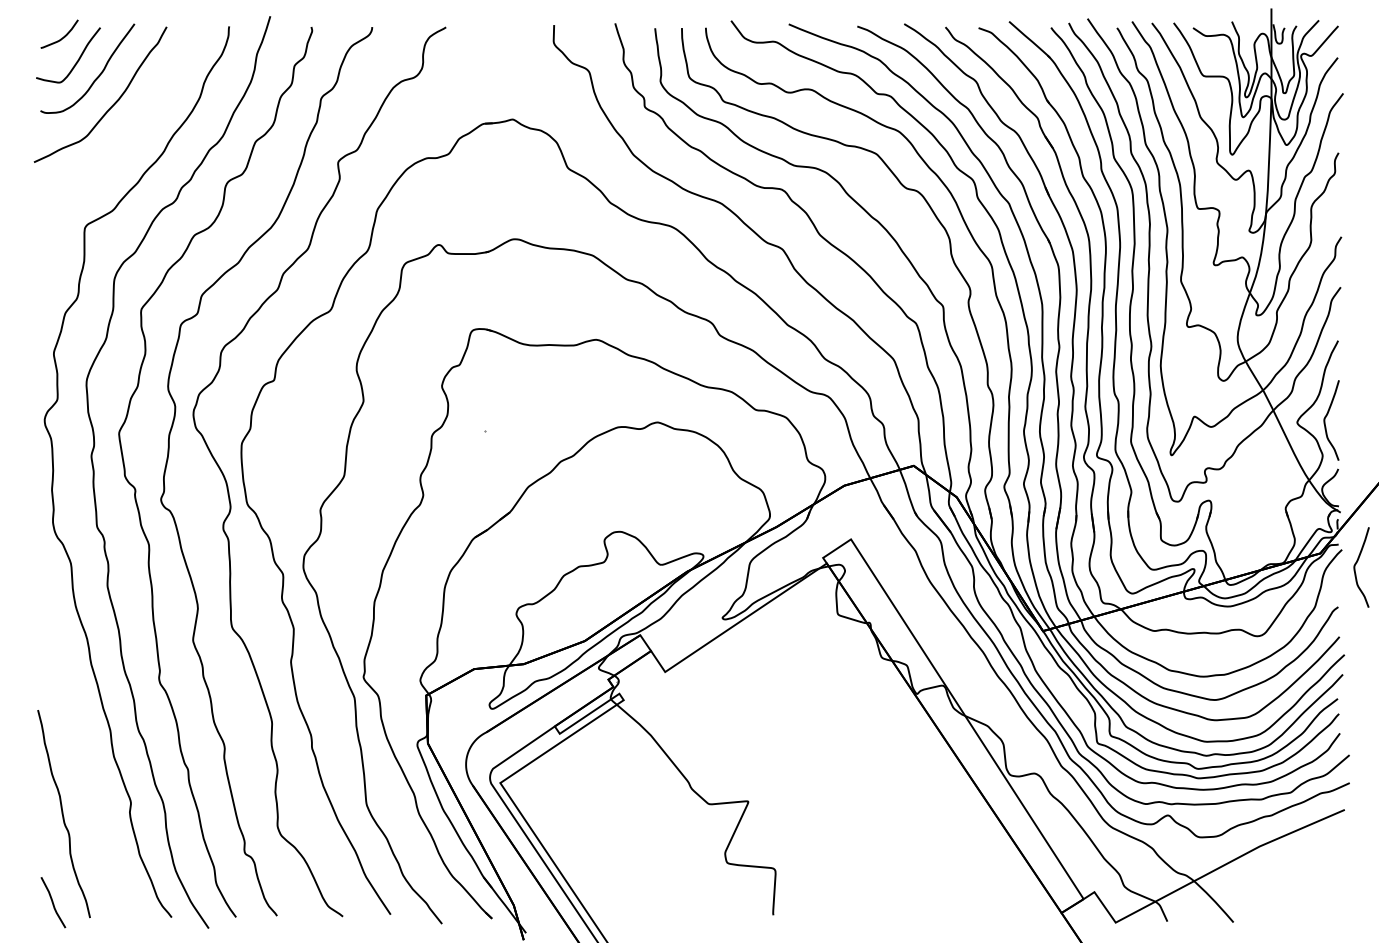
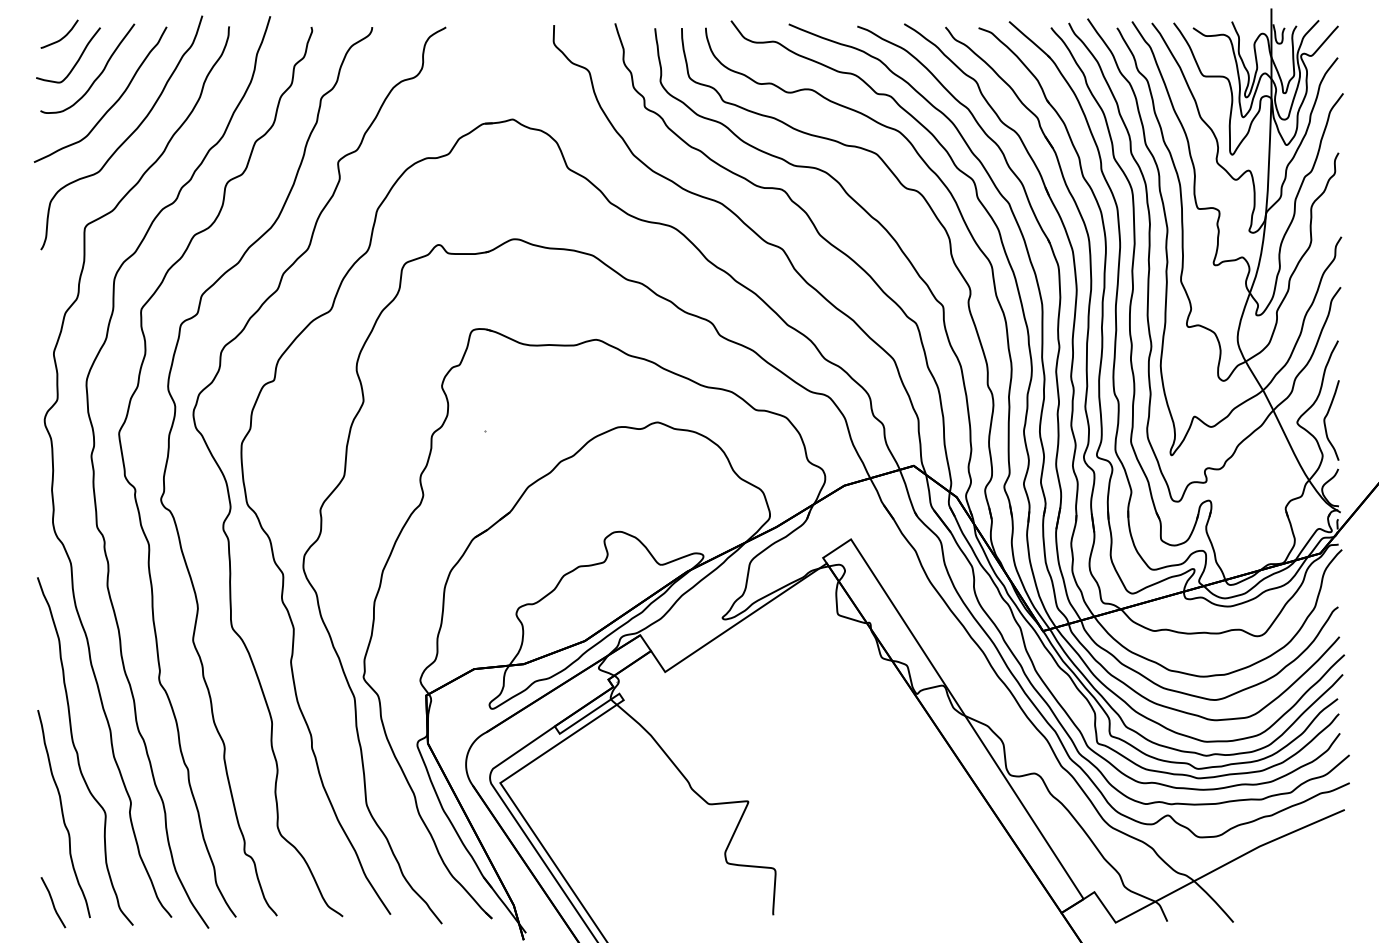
curve at (127, 137): none -> present
curve at (1356, 564): present -> none
curve at (78, 753): none -> present
